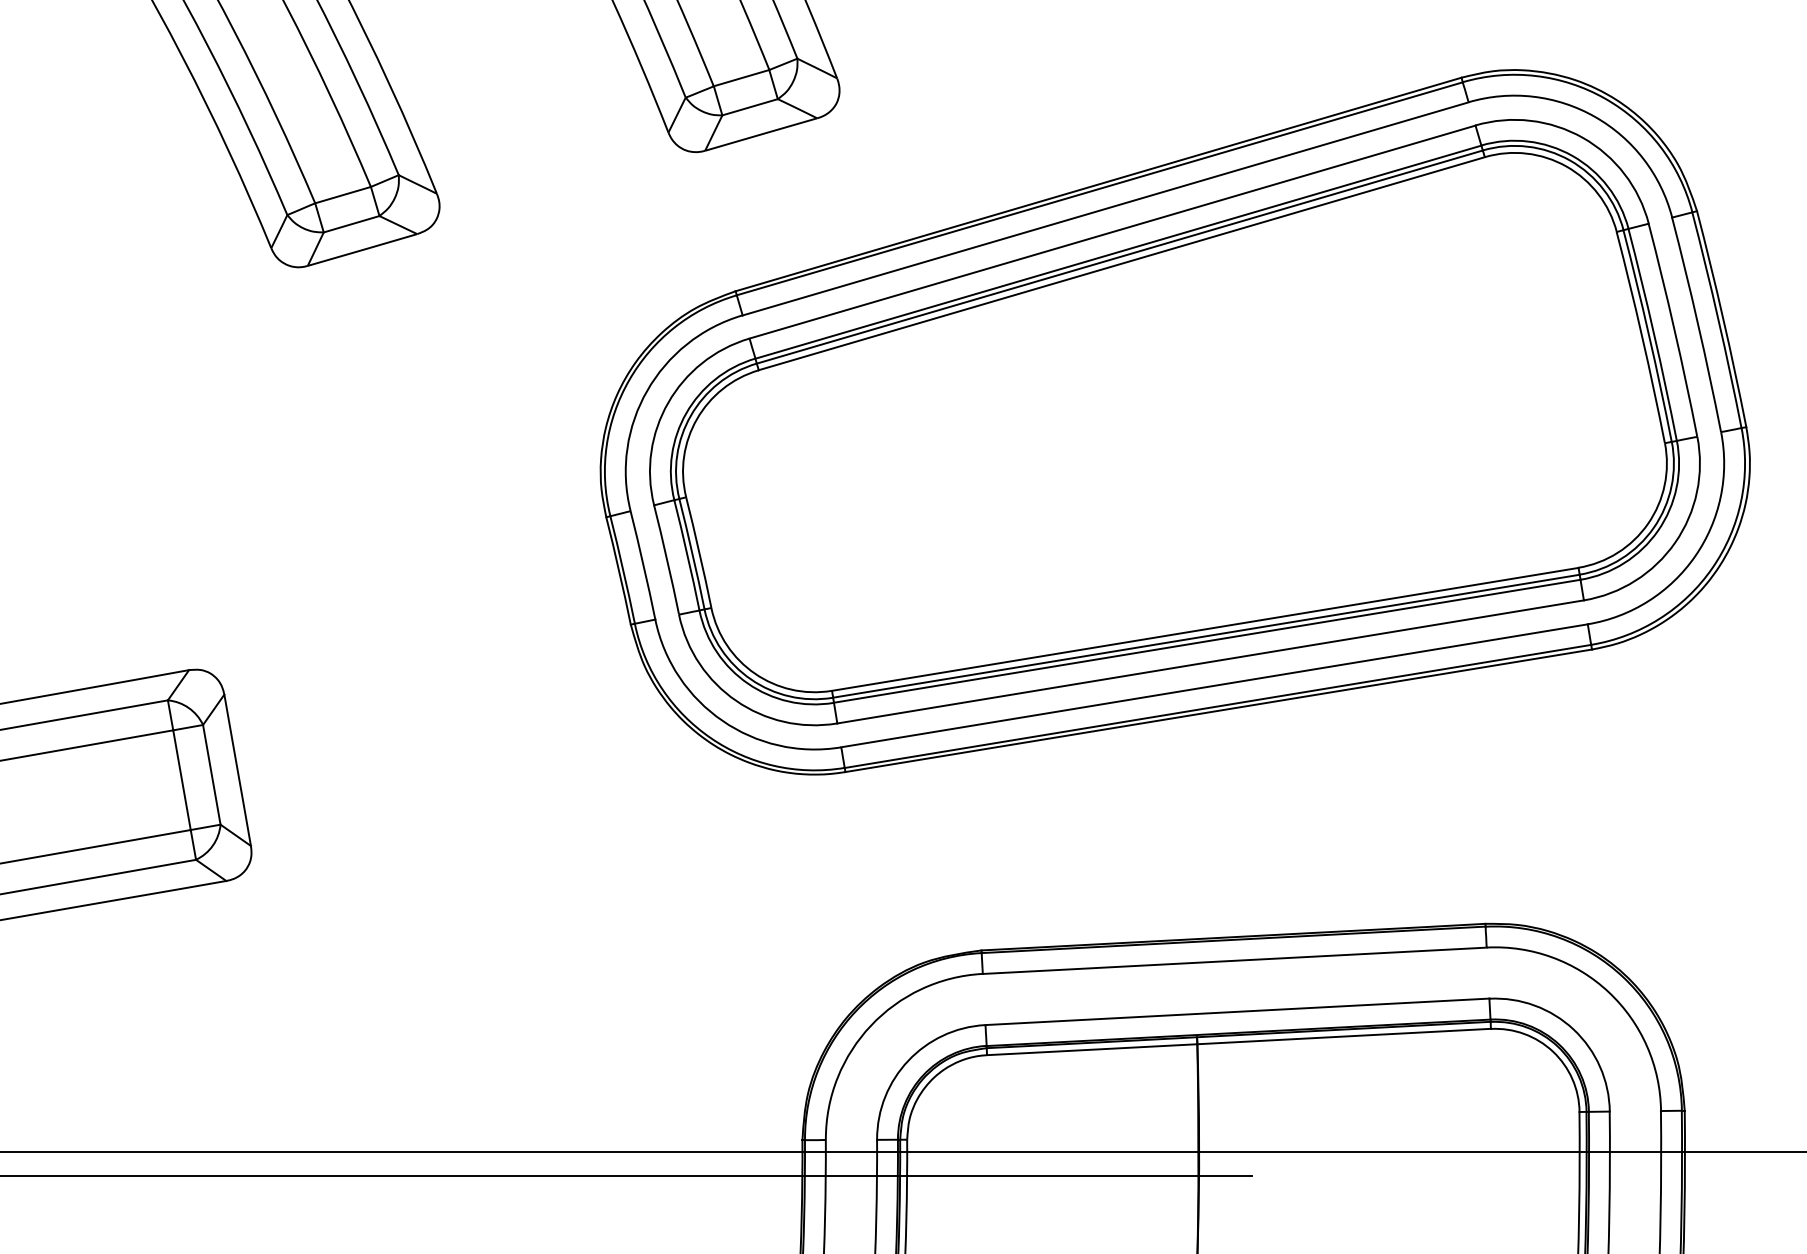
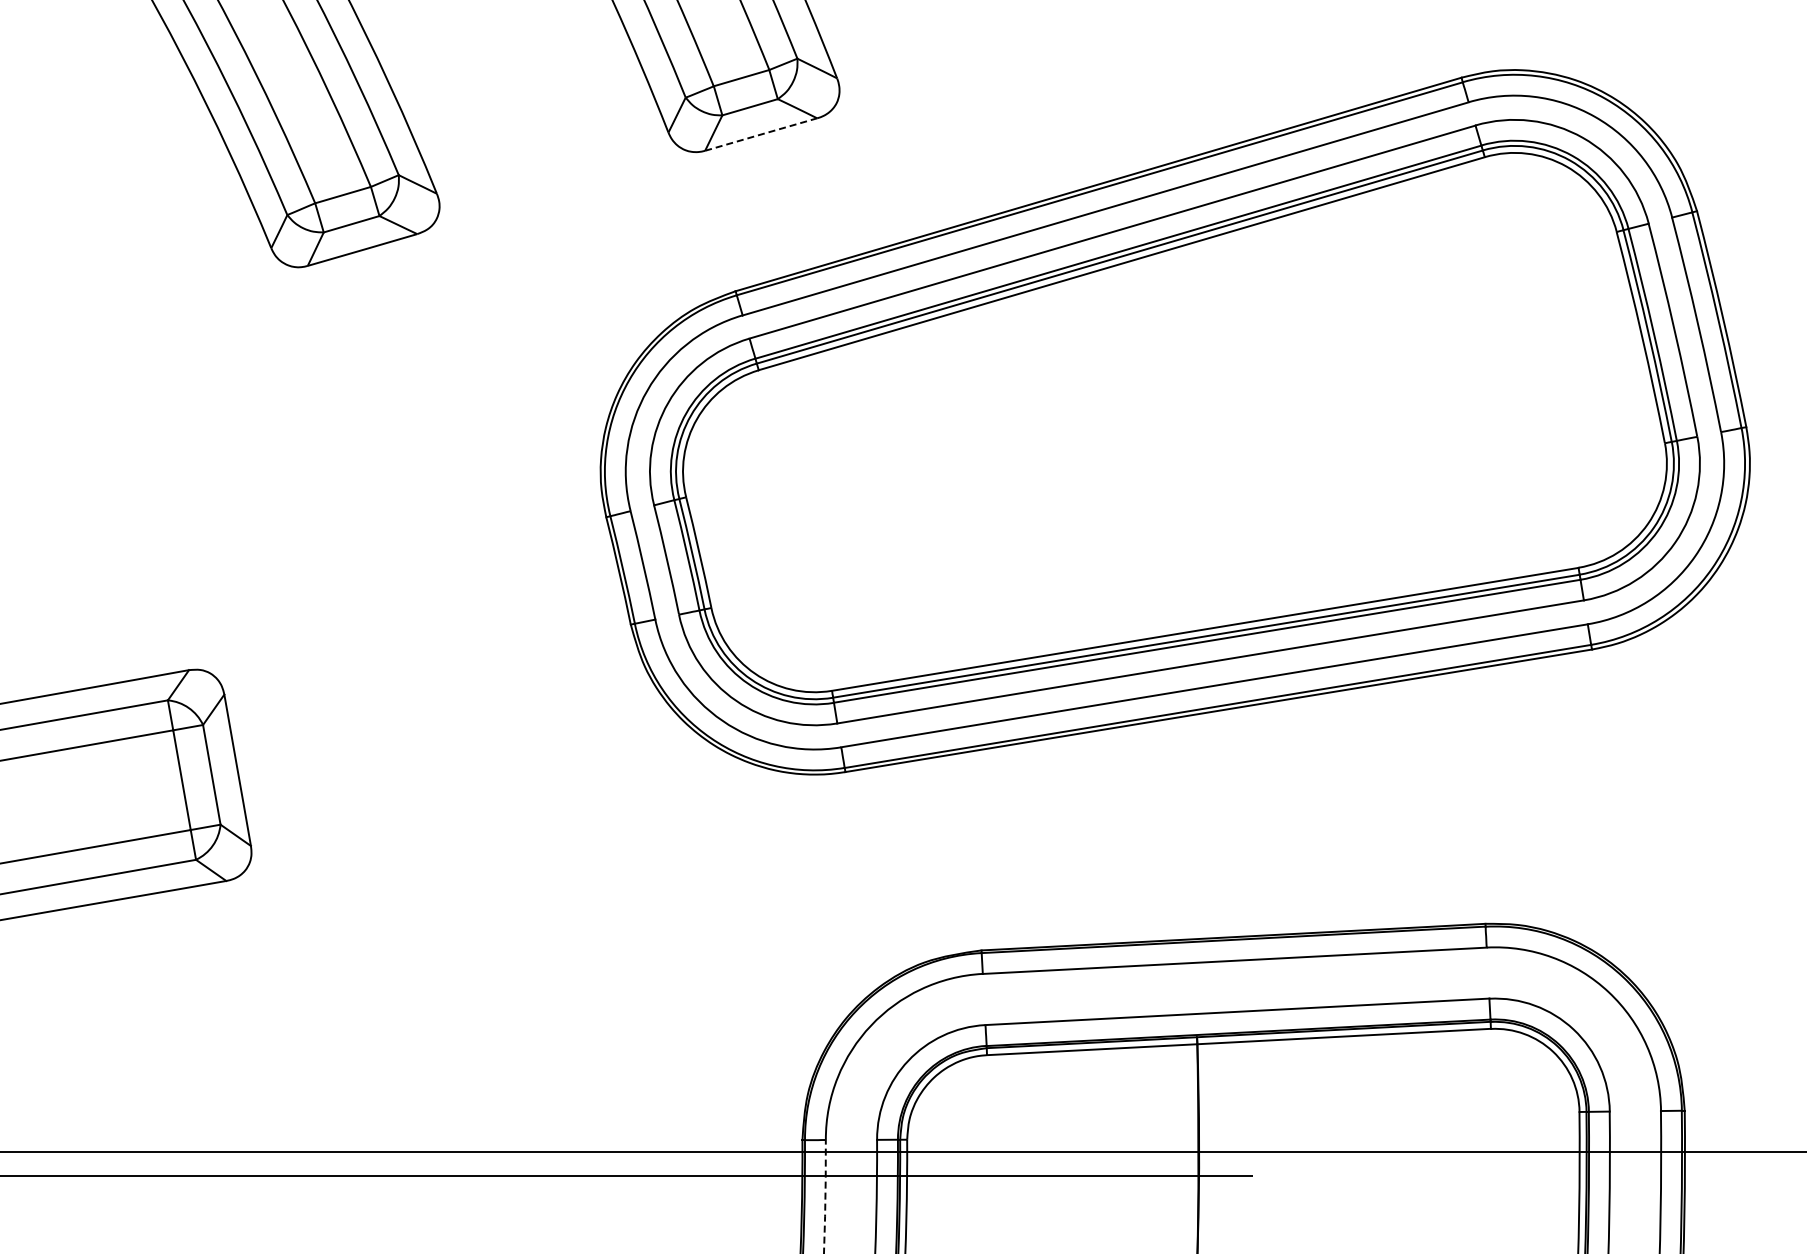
line at (762, 134): solid -> dashed
arc at (825, 1196): solid -> dashed
